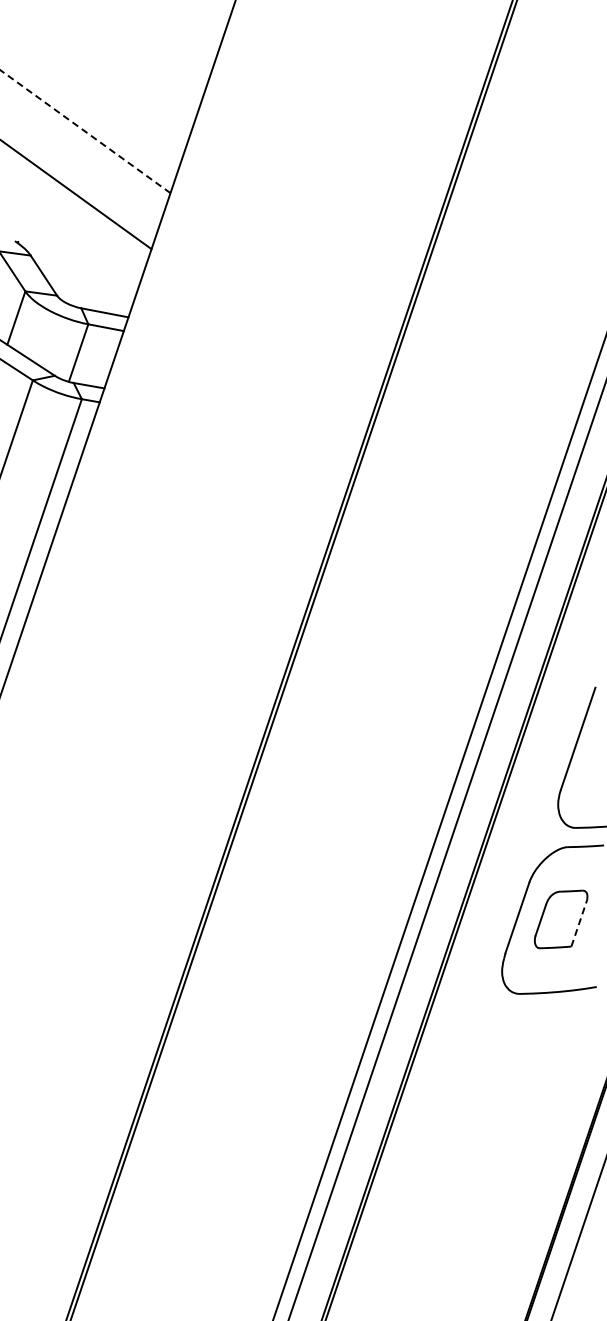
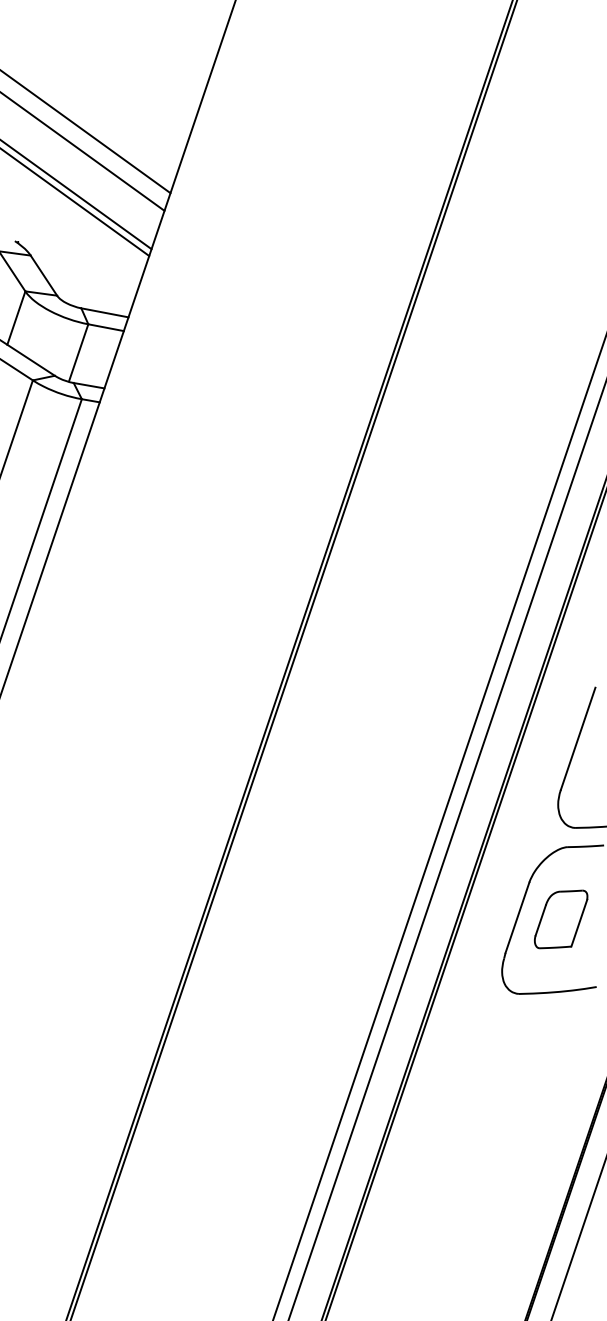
line at (85, 131): dashed -> solid
line at (83, 151): none -> present
line at (75, 202): none -> present
line at (579, 923): dashed -> solid
